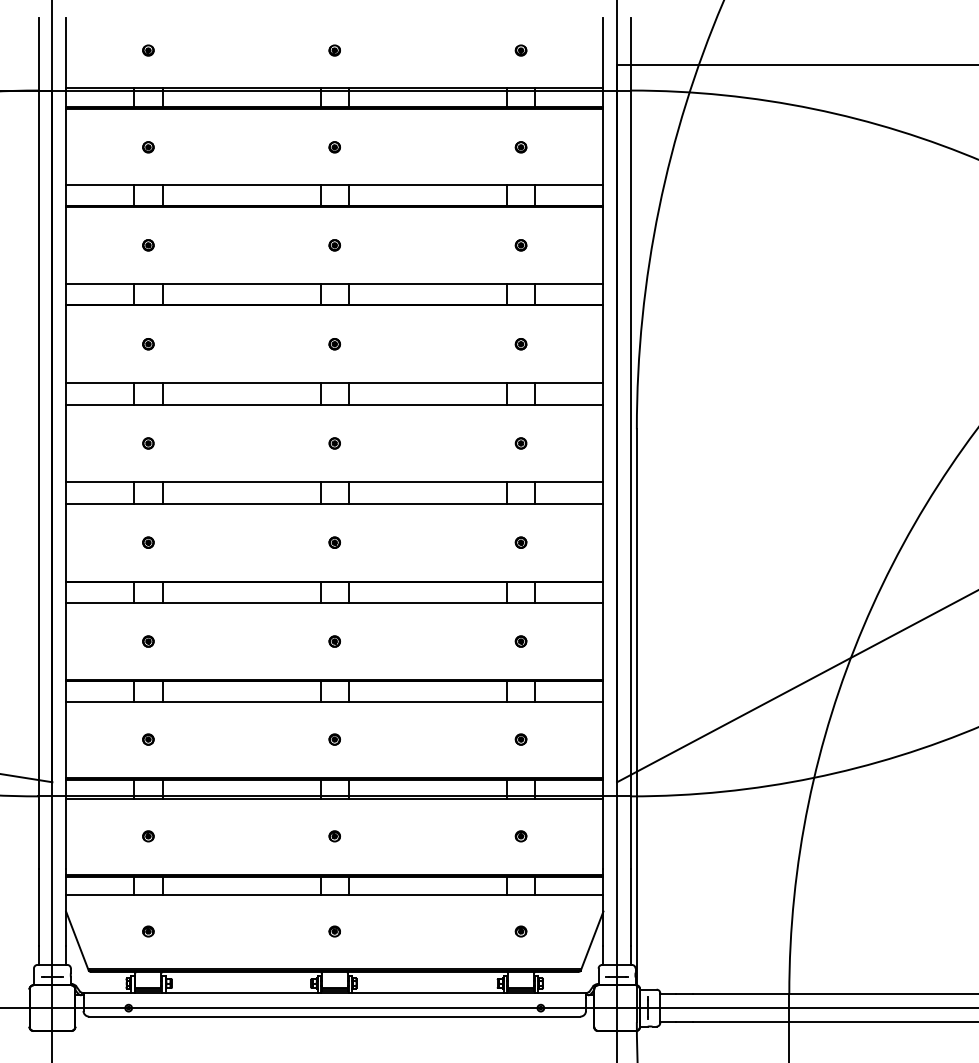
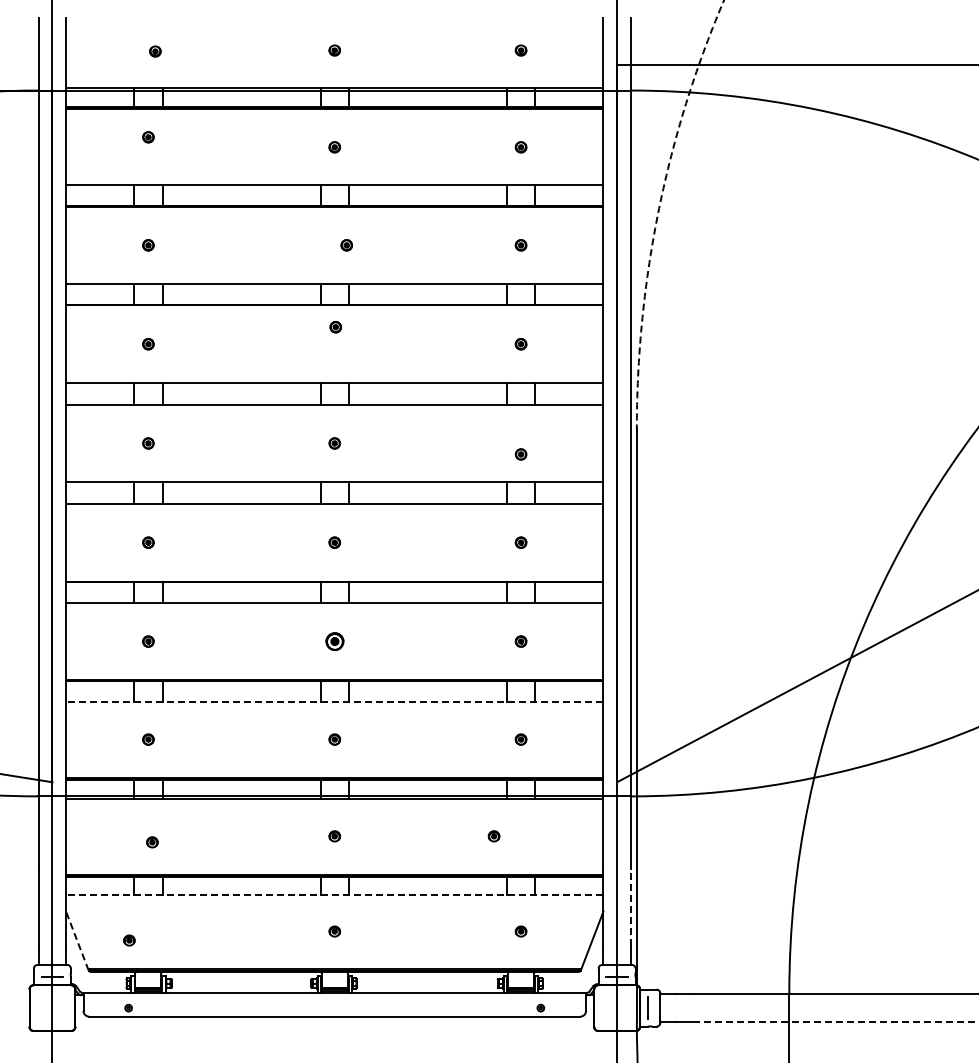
part at (148, 50) position: (148, 50) -> (155, 51)
part at (148, 147) position: (148, 147) -> (148, 137)
arc at (658, 209): solid -> dashed
part at (334, 245) position: (334, 245) -> (346, 245)
part at (334, 344) position: (334, 344) -> (335, 327)
part at (520, 443) position: (520, 443) -> (520, 454)
part at (334, 641) size: 13x13 px -> 20x19 px
line at (334, 701): solid -> dashed
part at (148, 836) position: (148, 836) -> (152, 842)
part at (520, 836) position: (520, 836) -> (493, 836)
line at (334, 895): solid -> dashed
line at (630, 907): solid -> dashed
part at (148, 931) position: (148, 931) -> (129, 940)
line at (77, 941): solid -> dashed
line at (488, 1008): present -> none
line at (835, 1021): solid -> dashed
